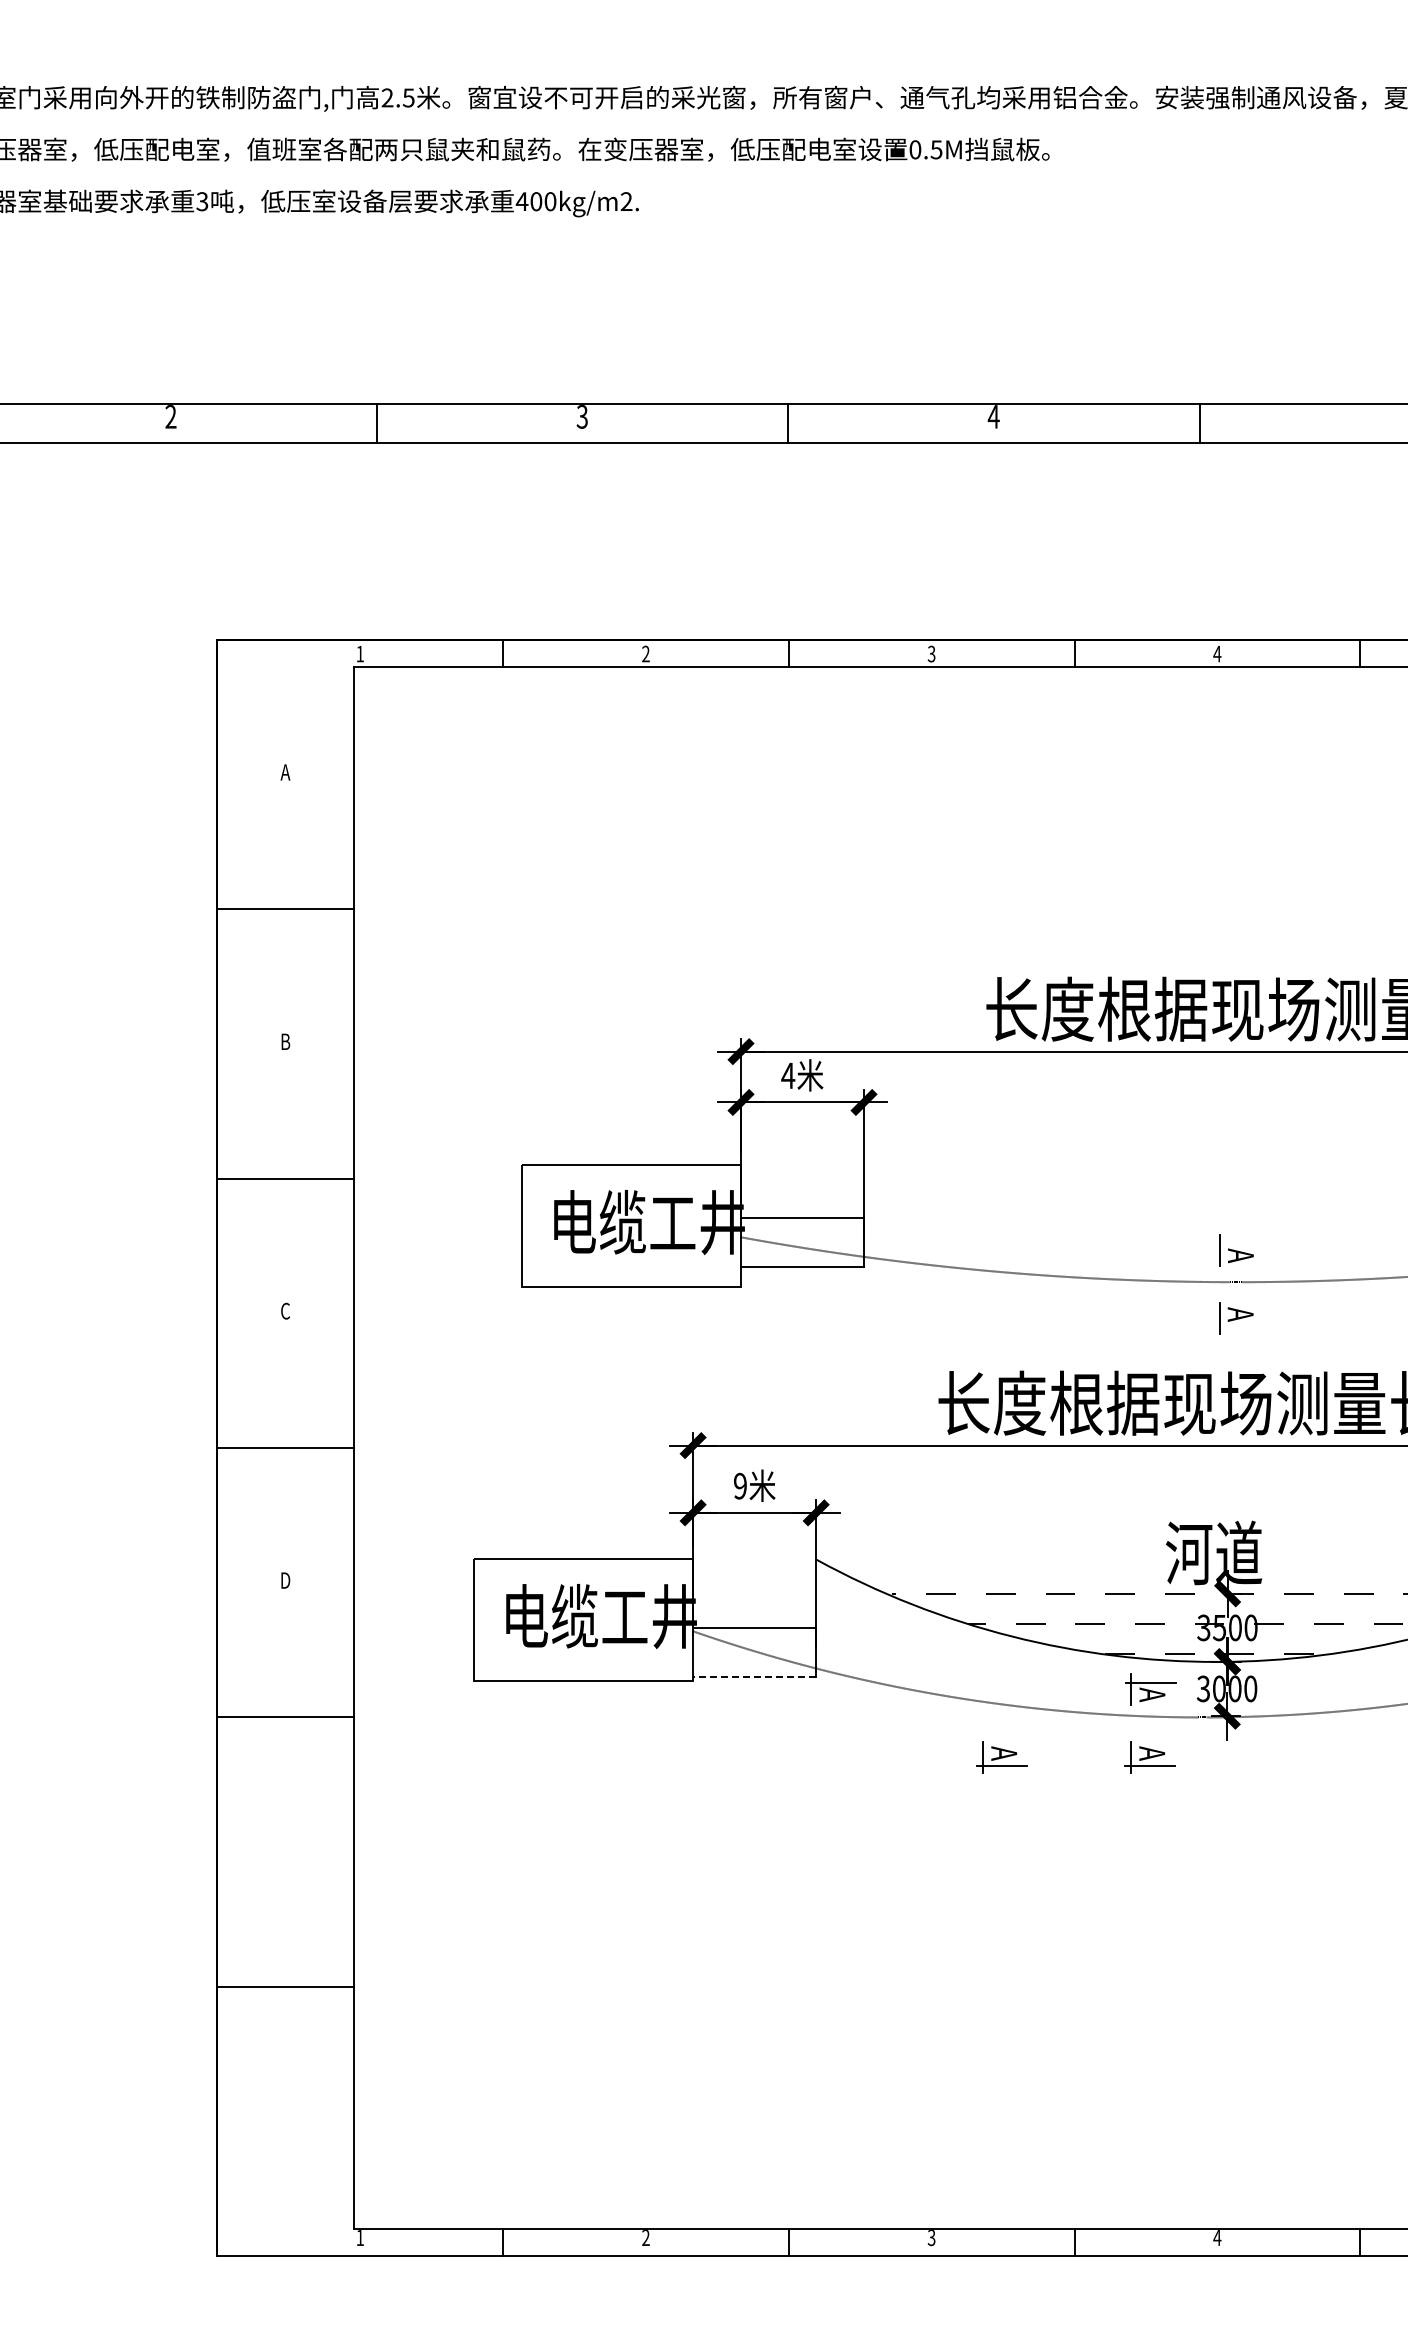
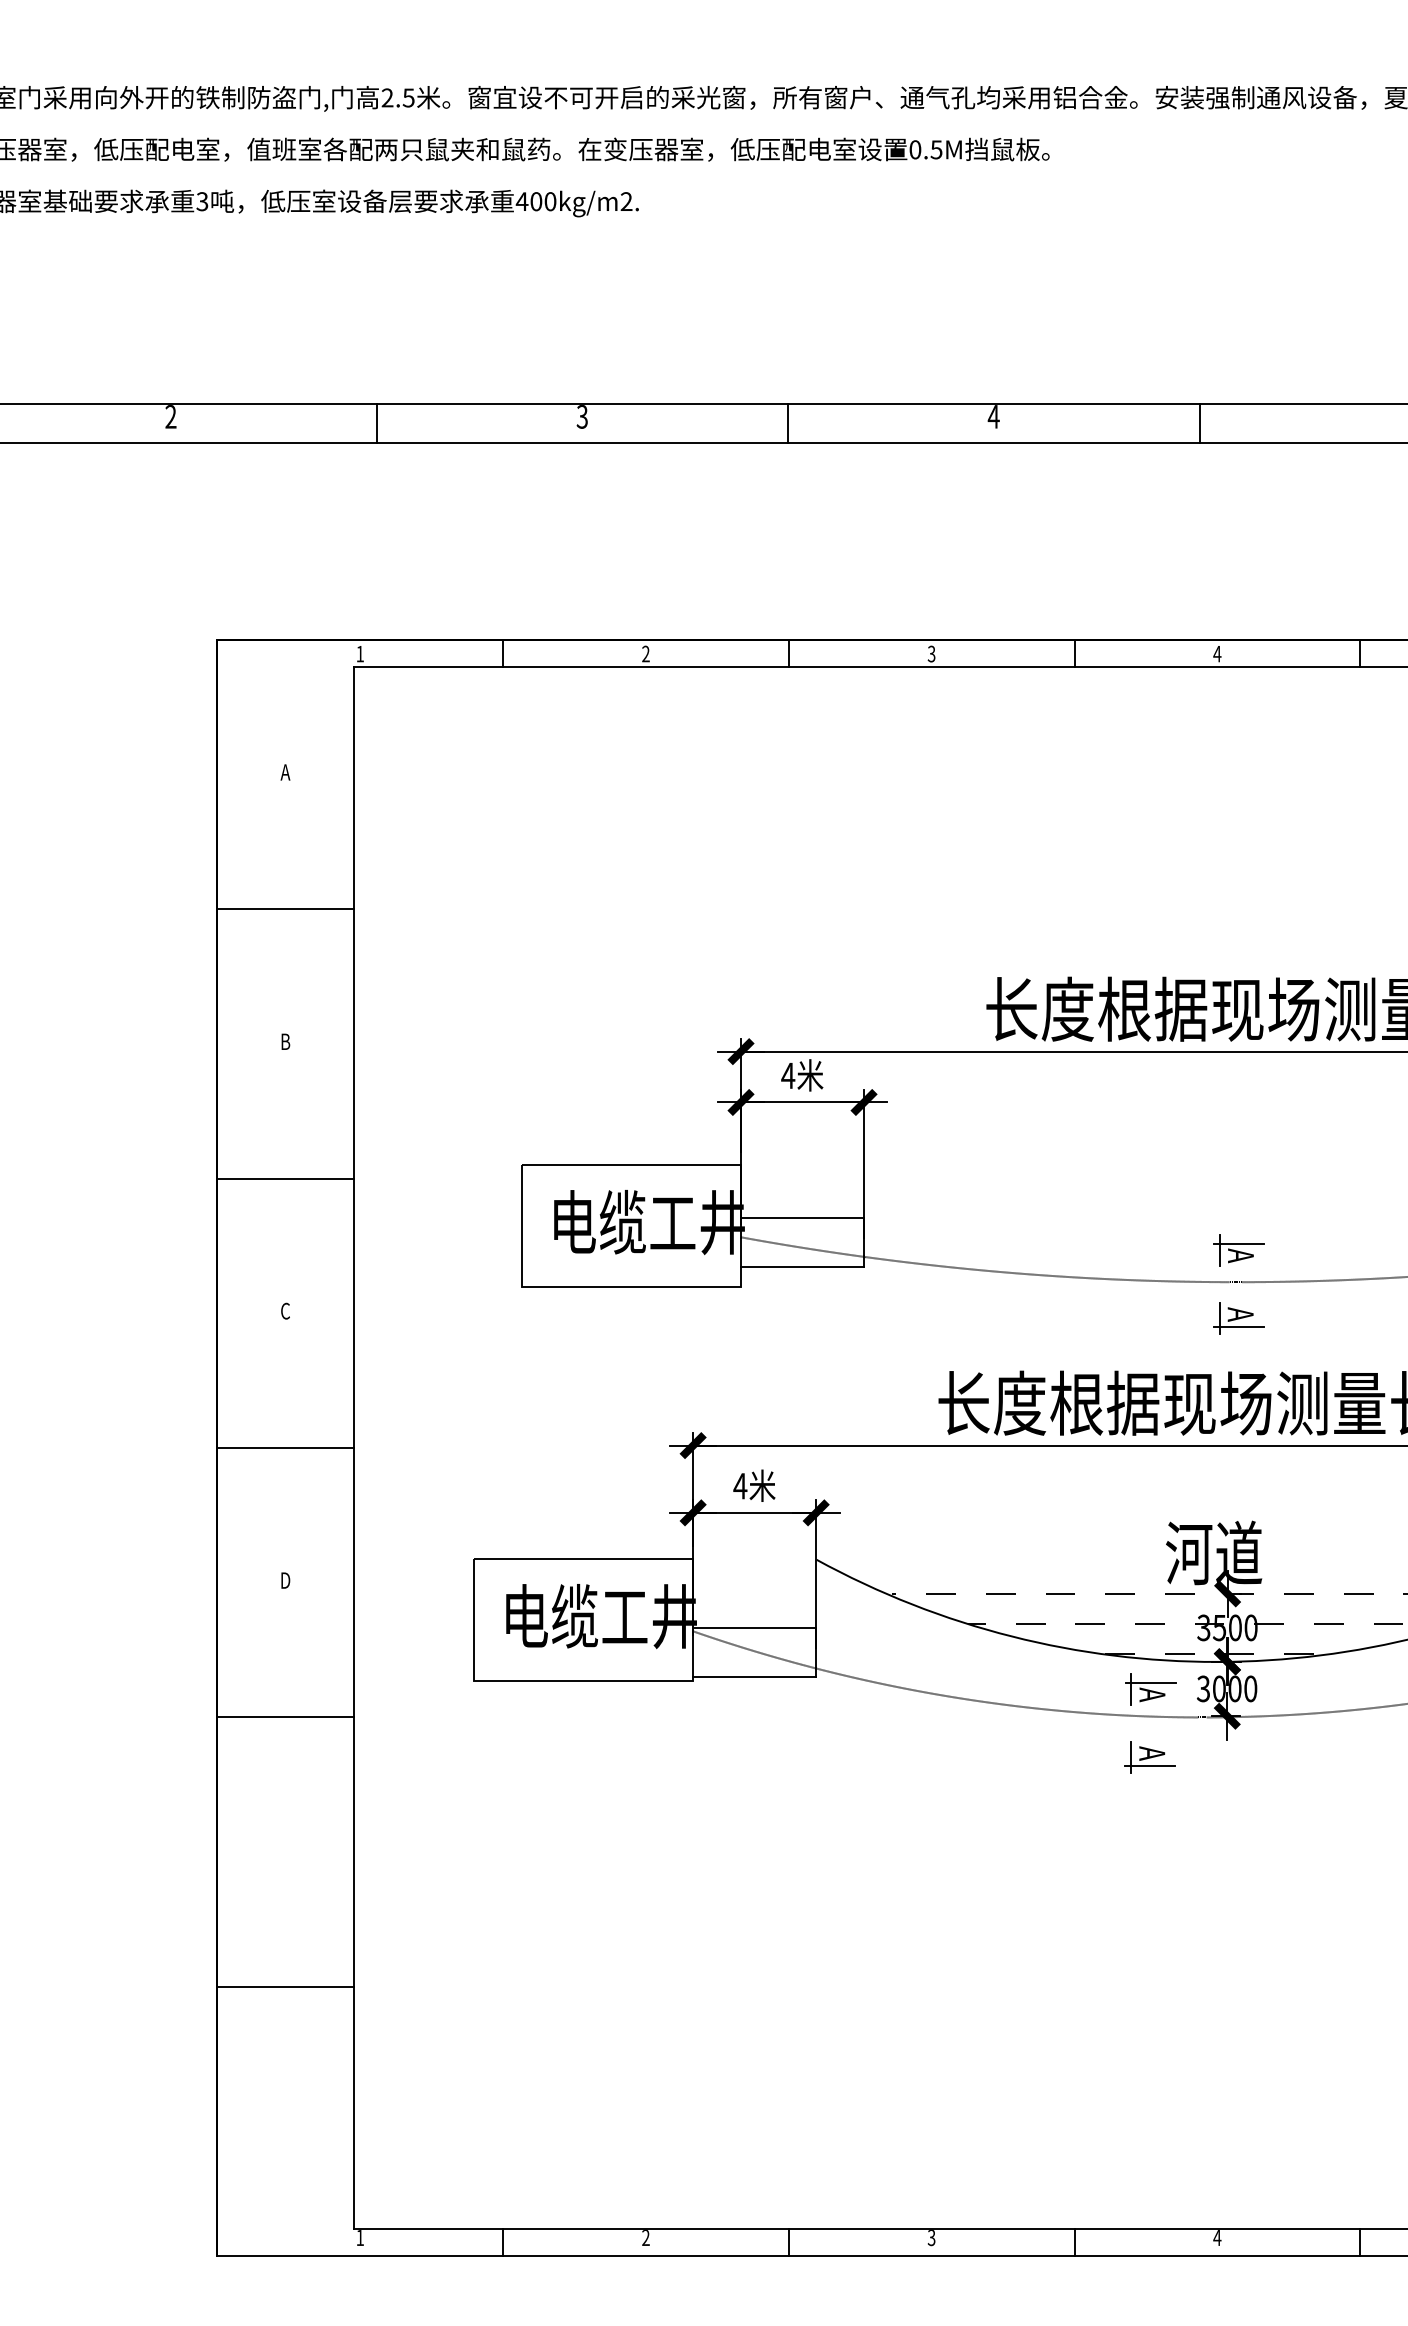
line at (1238, 1243): none -> present
line at (1238, 1326): none -> present
text at (740, 1485): 9 -> 4
line at (754, 1677): dashed -> solid
part at (1001, 1757): present -> none
